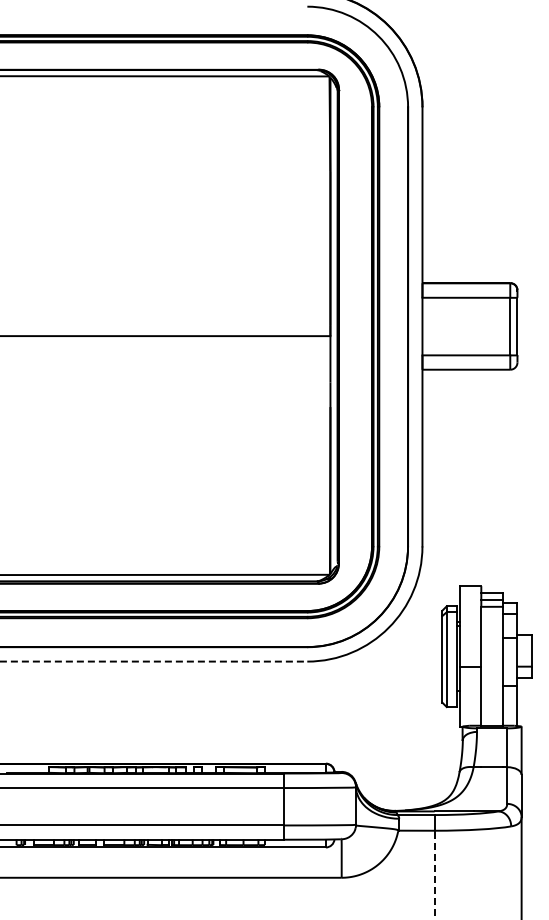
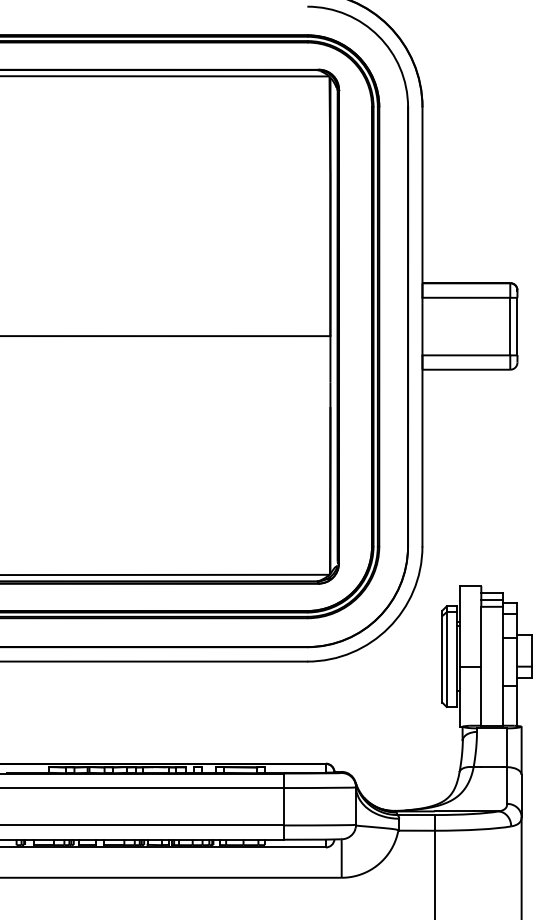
line at (154, 661): dashed -> solid
line at (435, 874): dashed -> solid
